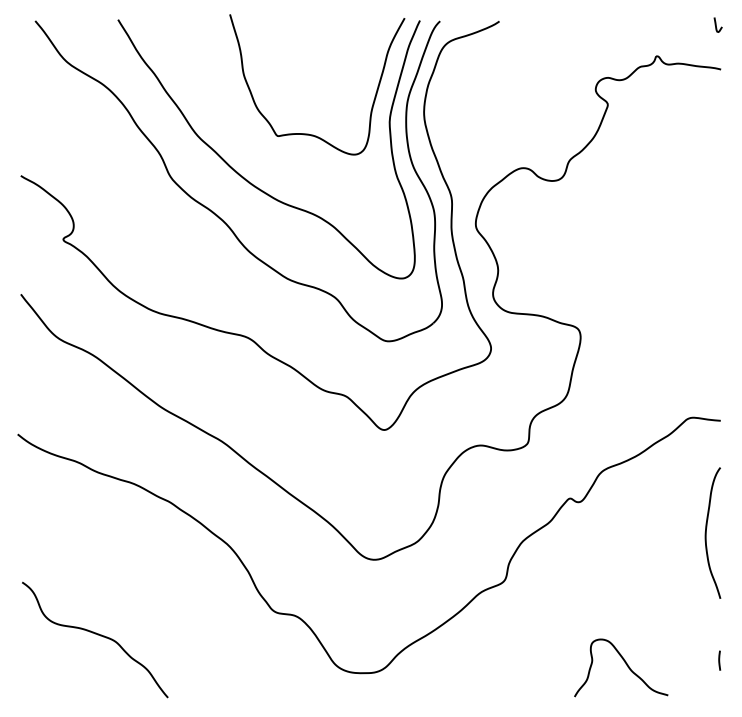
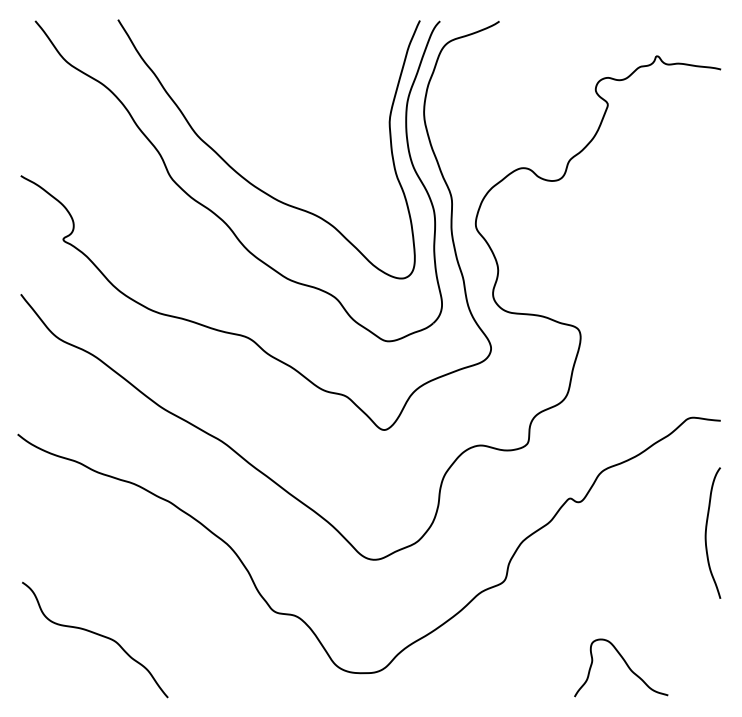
curve at (716, 24): present -> none
curve at (308, 133): present -> none
line at (719, 660): present -> none
